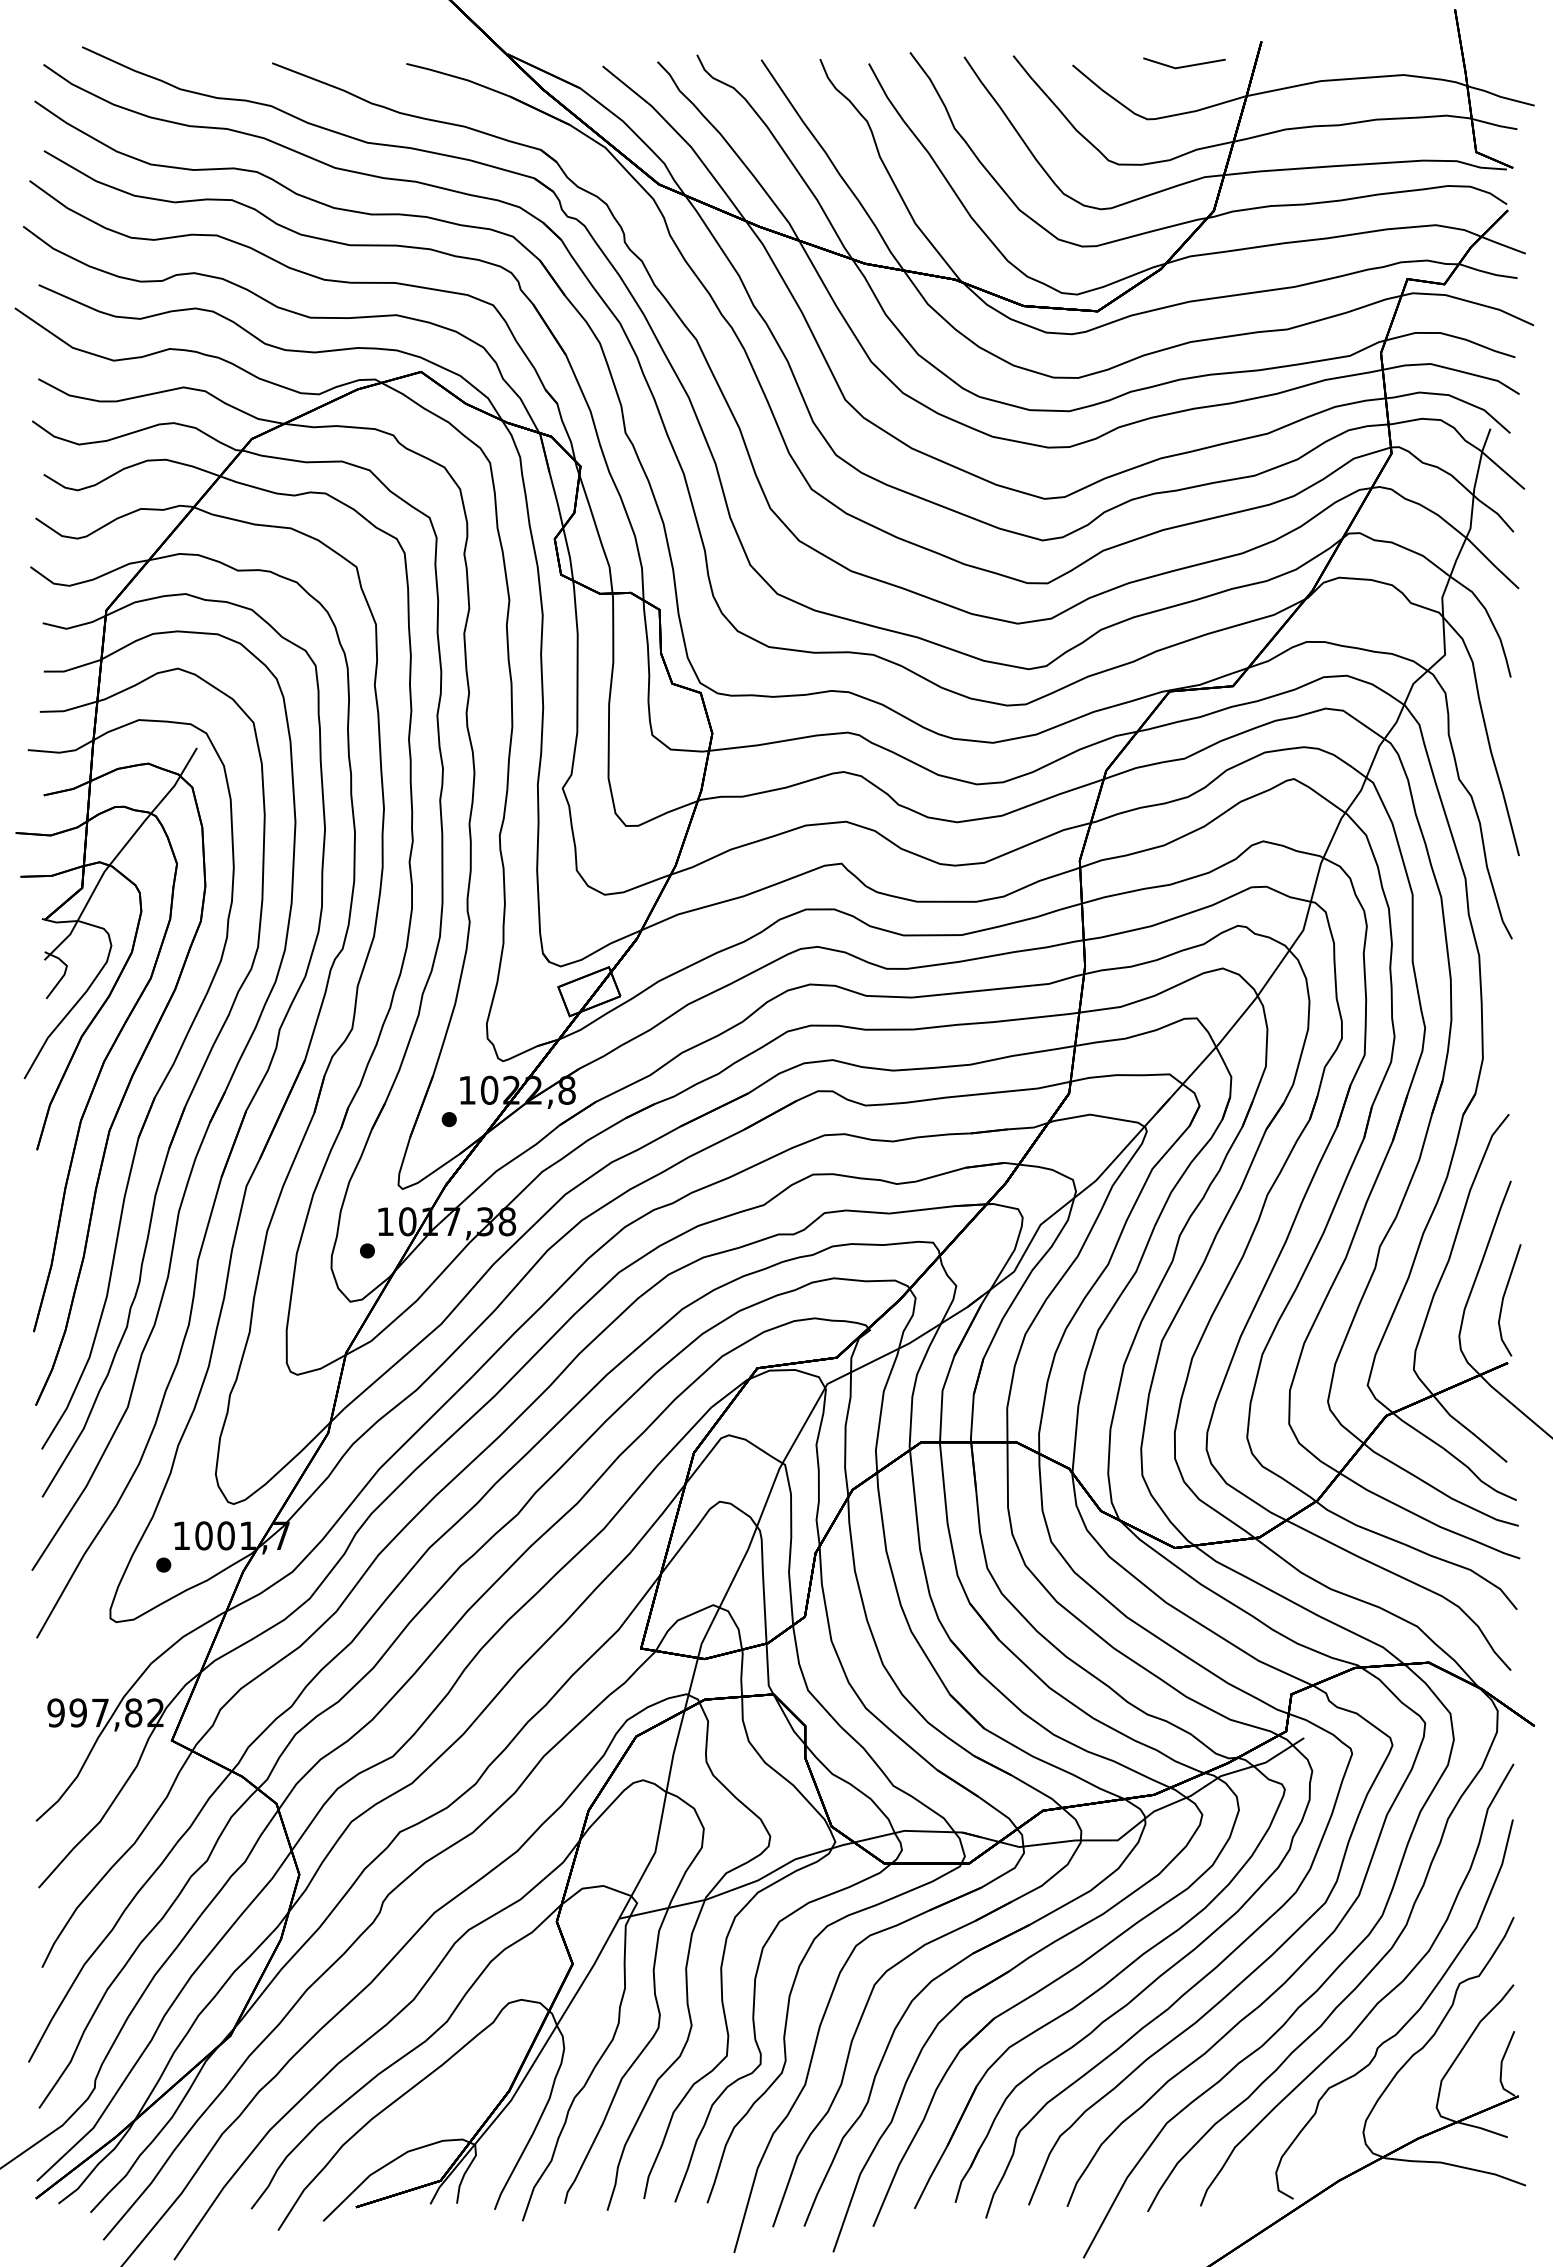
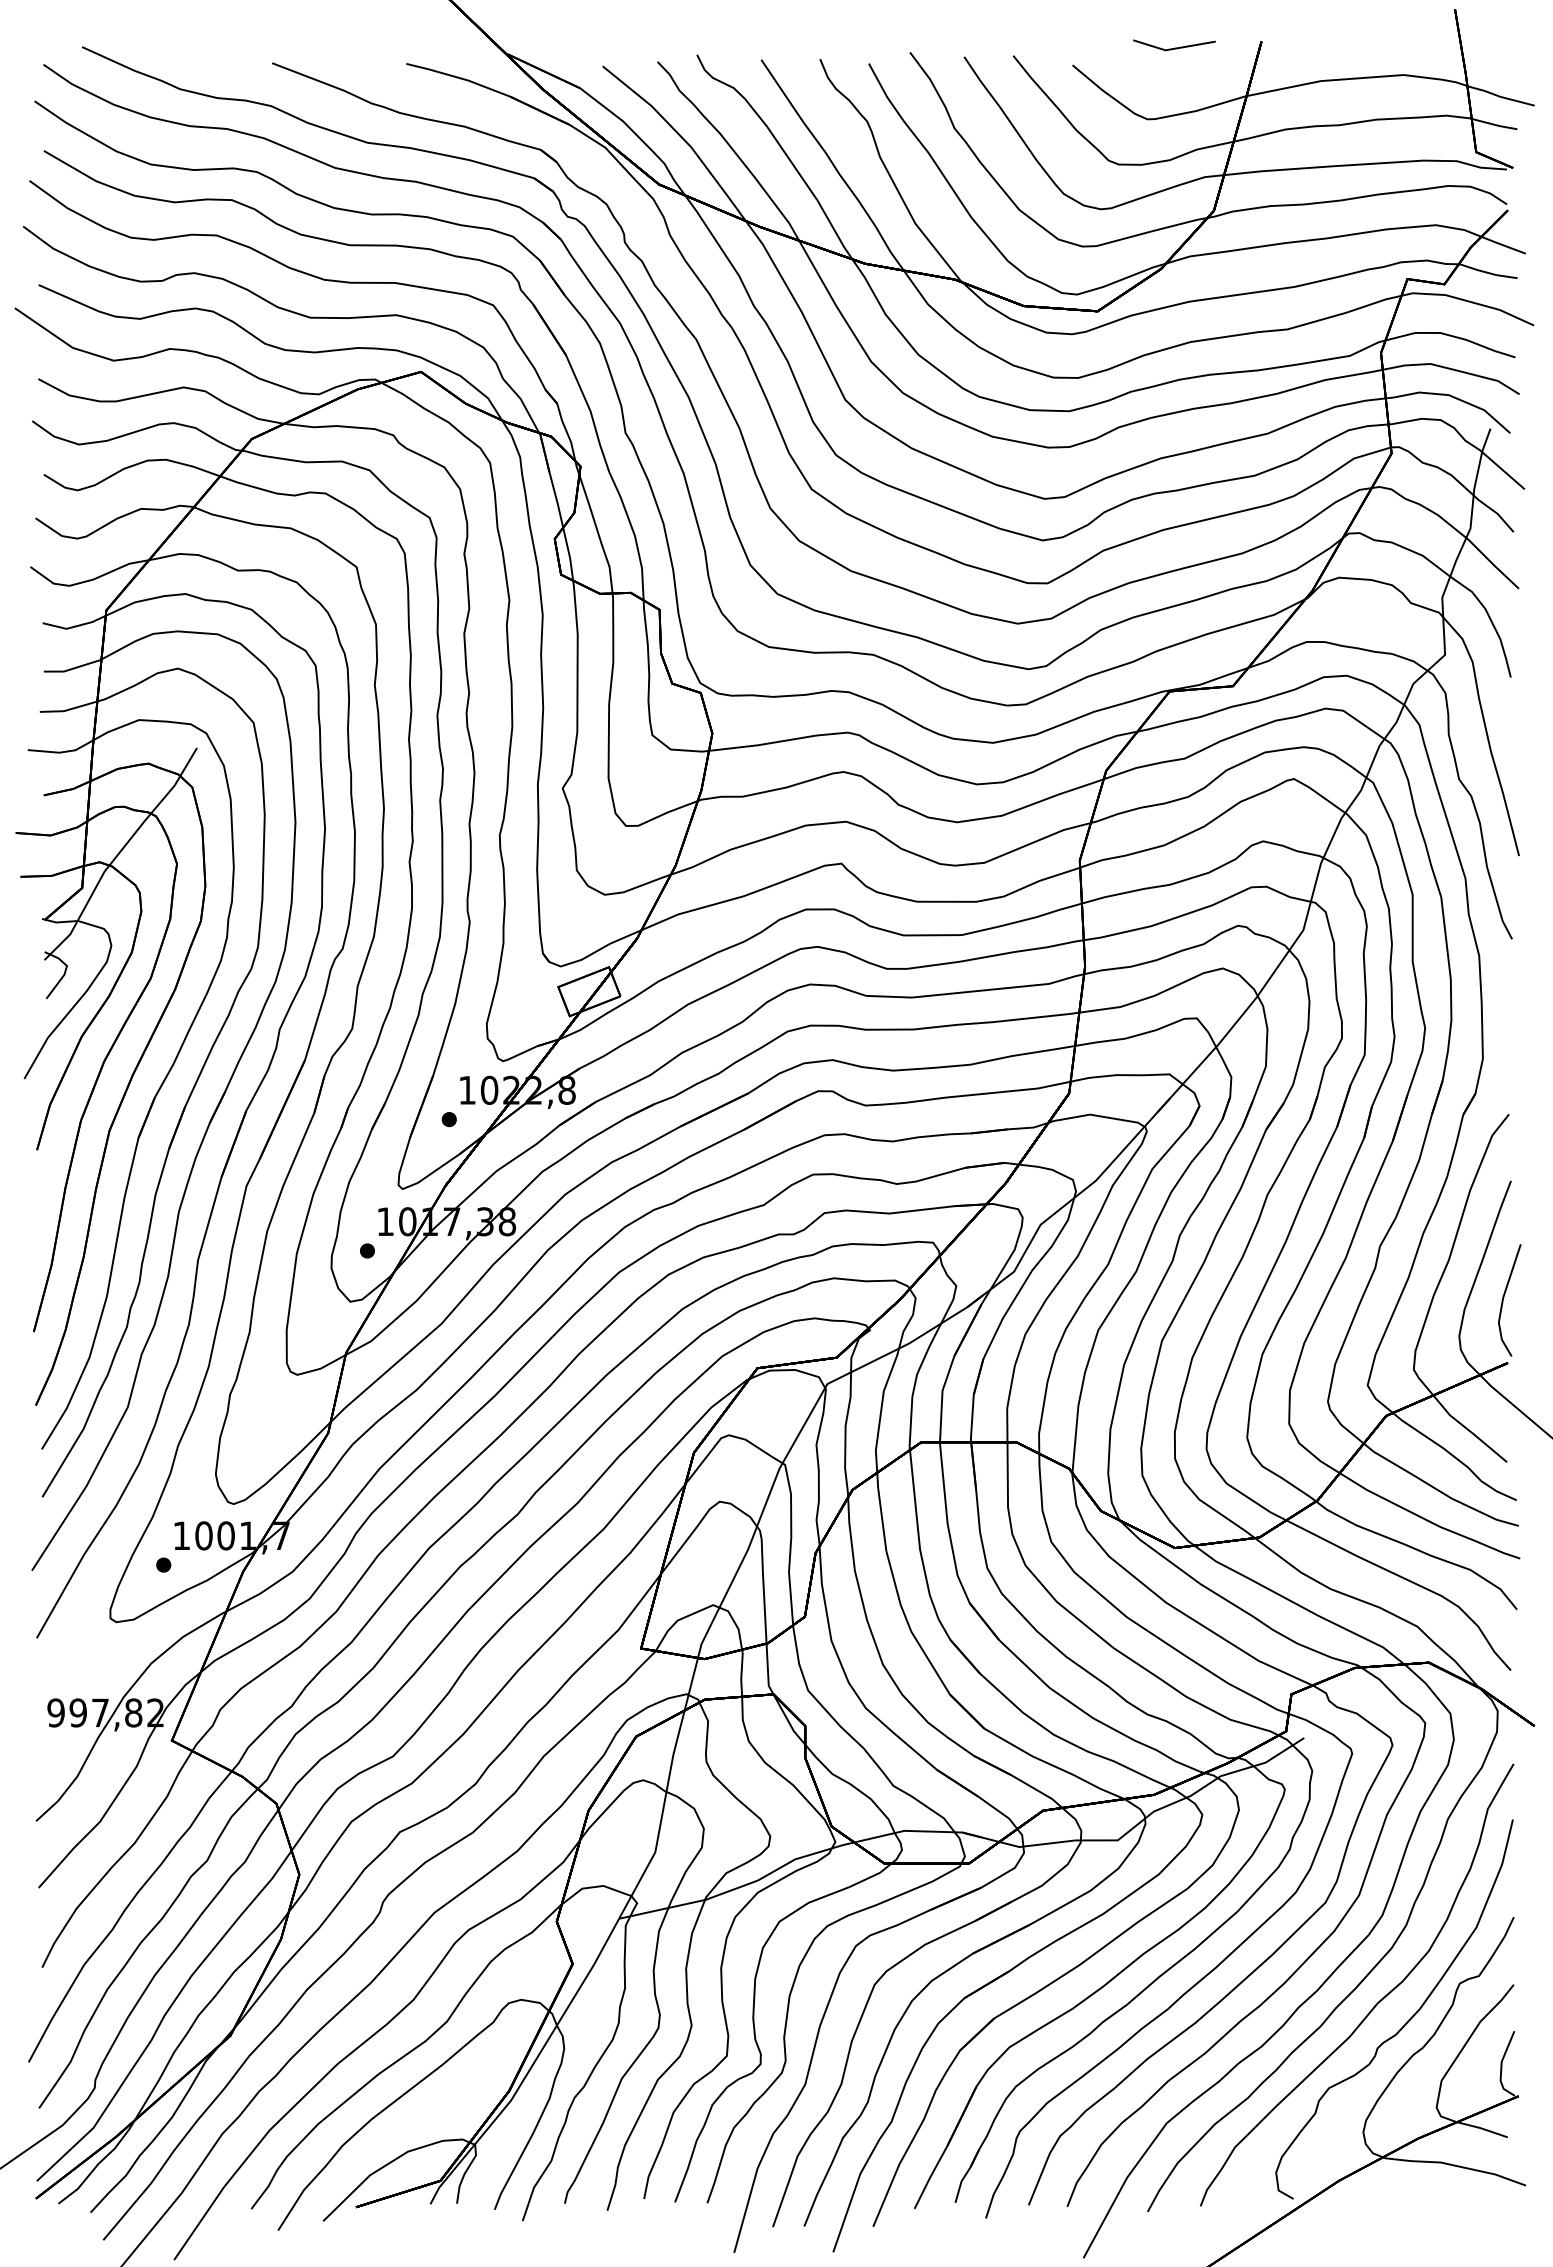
part at (1184, 63) position: (1184, 63) -> (1174, 45)
